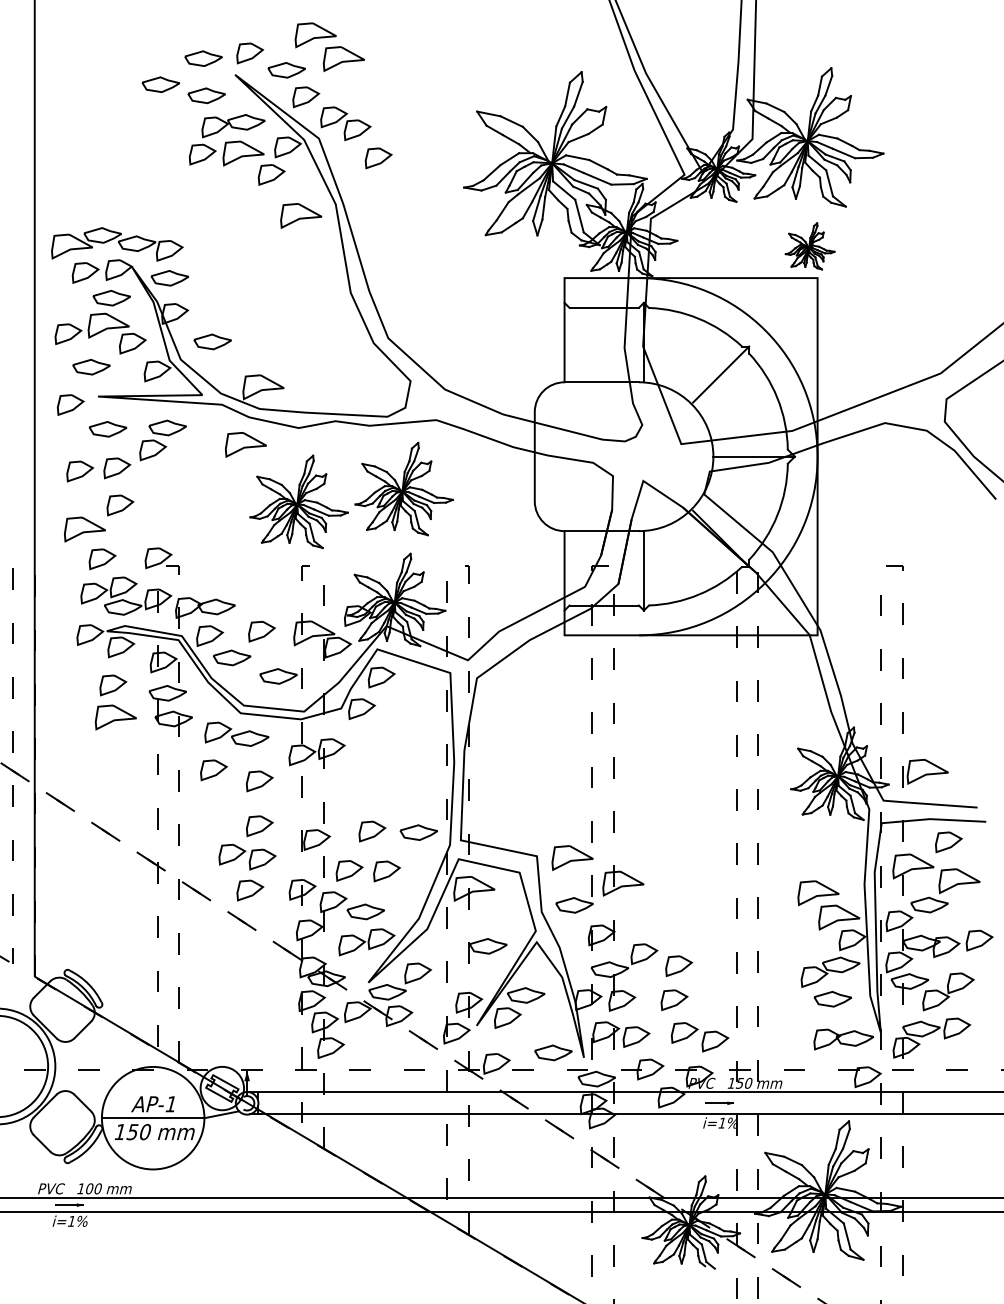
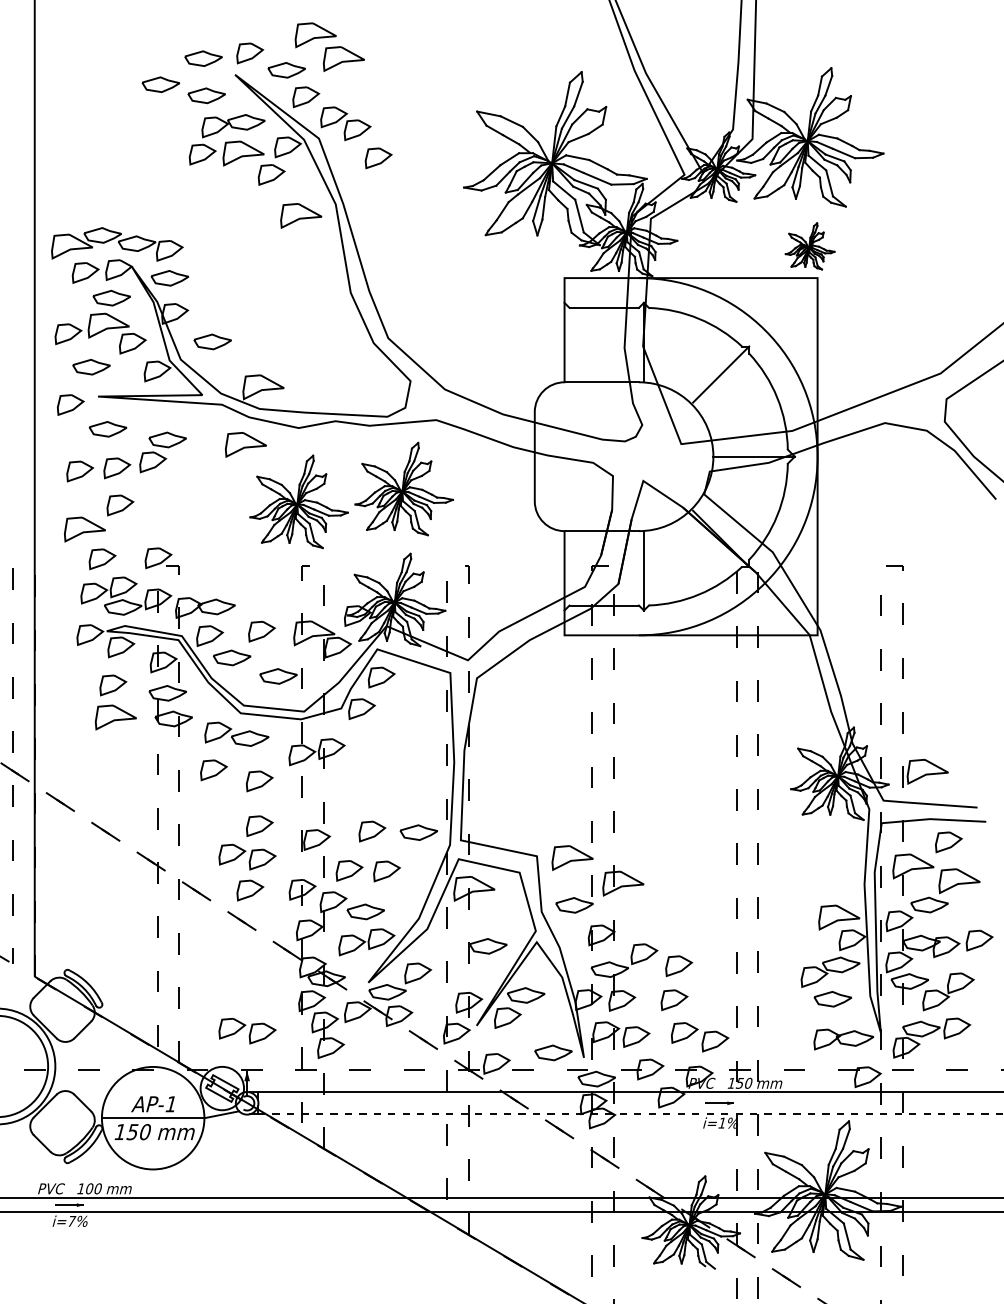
part at (162, 440) position: (162, 440) -> (162, 452)
part at (818, 893): present -> none
part at (247, 1030): none -> present
line at (630, 1114): solid -> dashed
text at (72, 1221): i=1% -> i=7%
